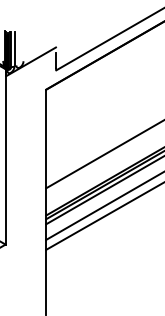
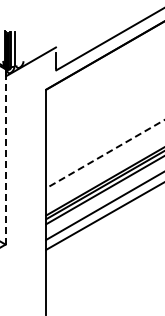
line at (105, 154): solid -> dashed
line at (5, 156): solid -> dashed
